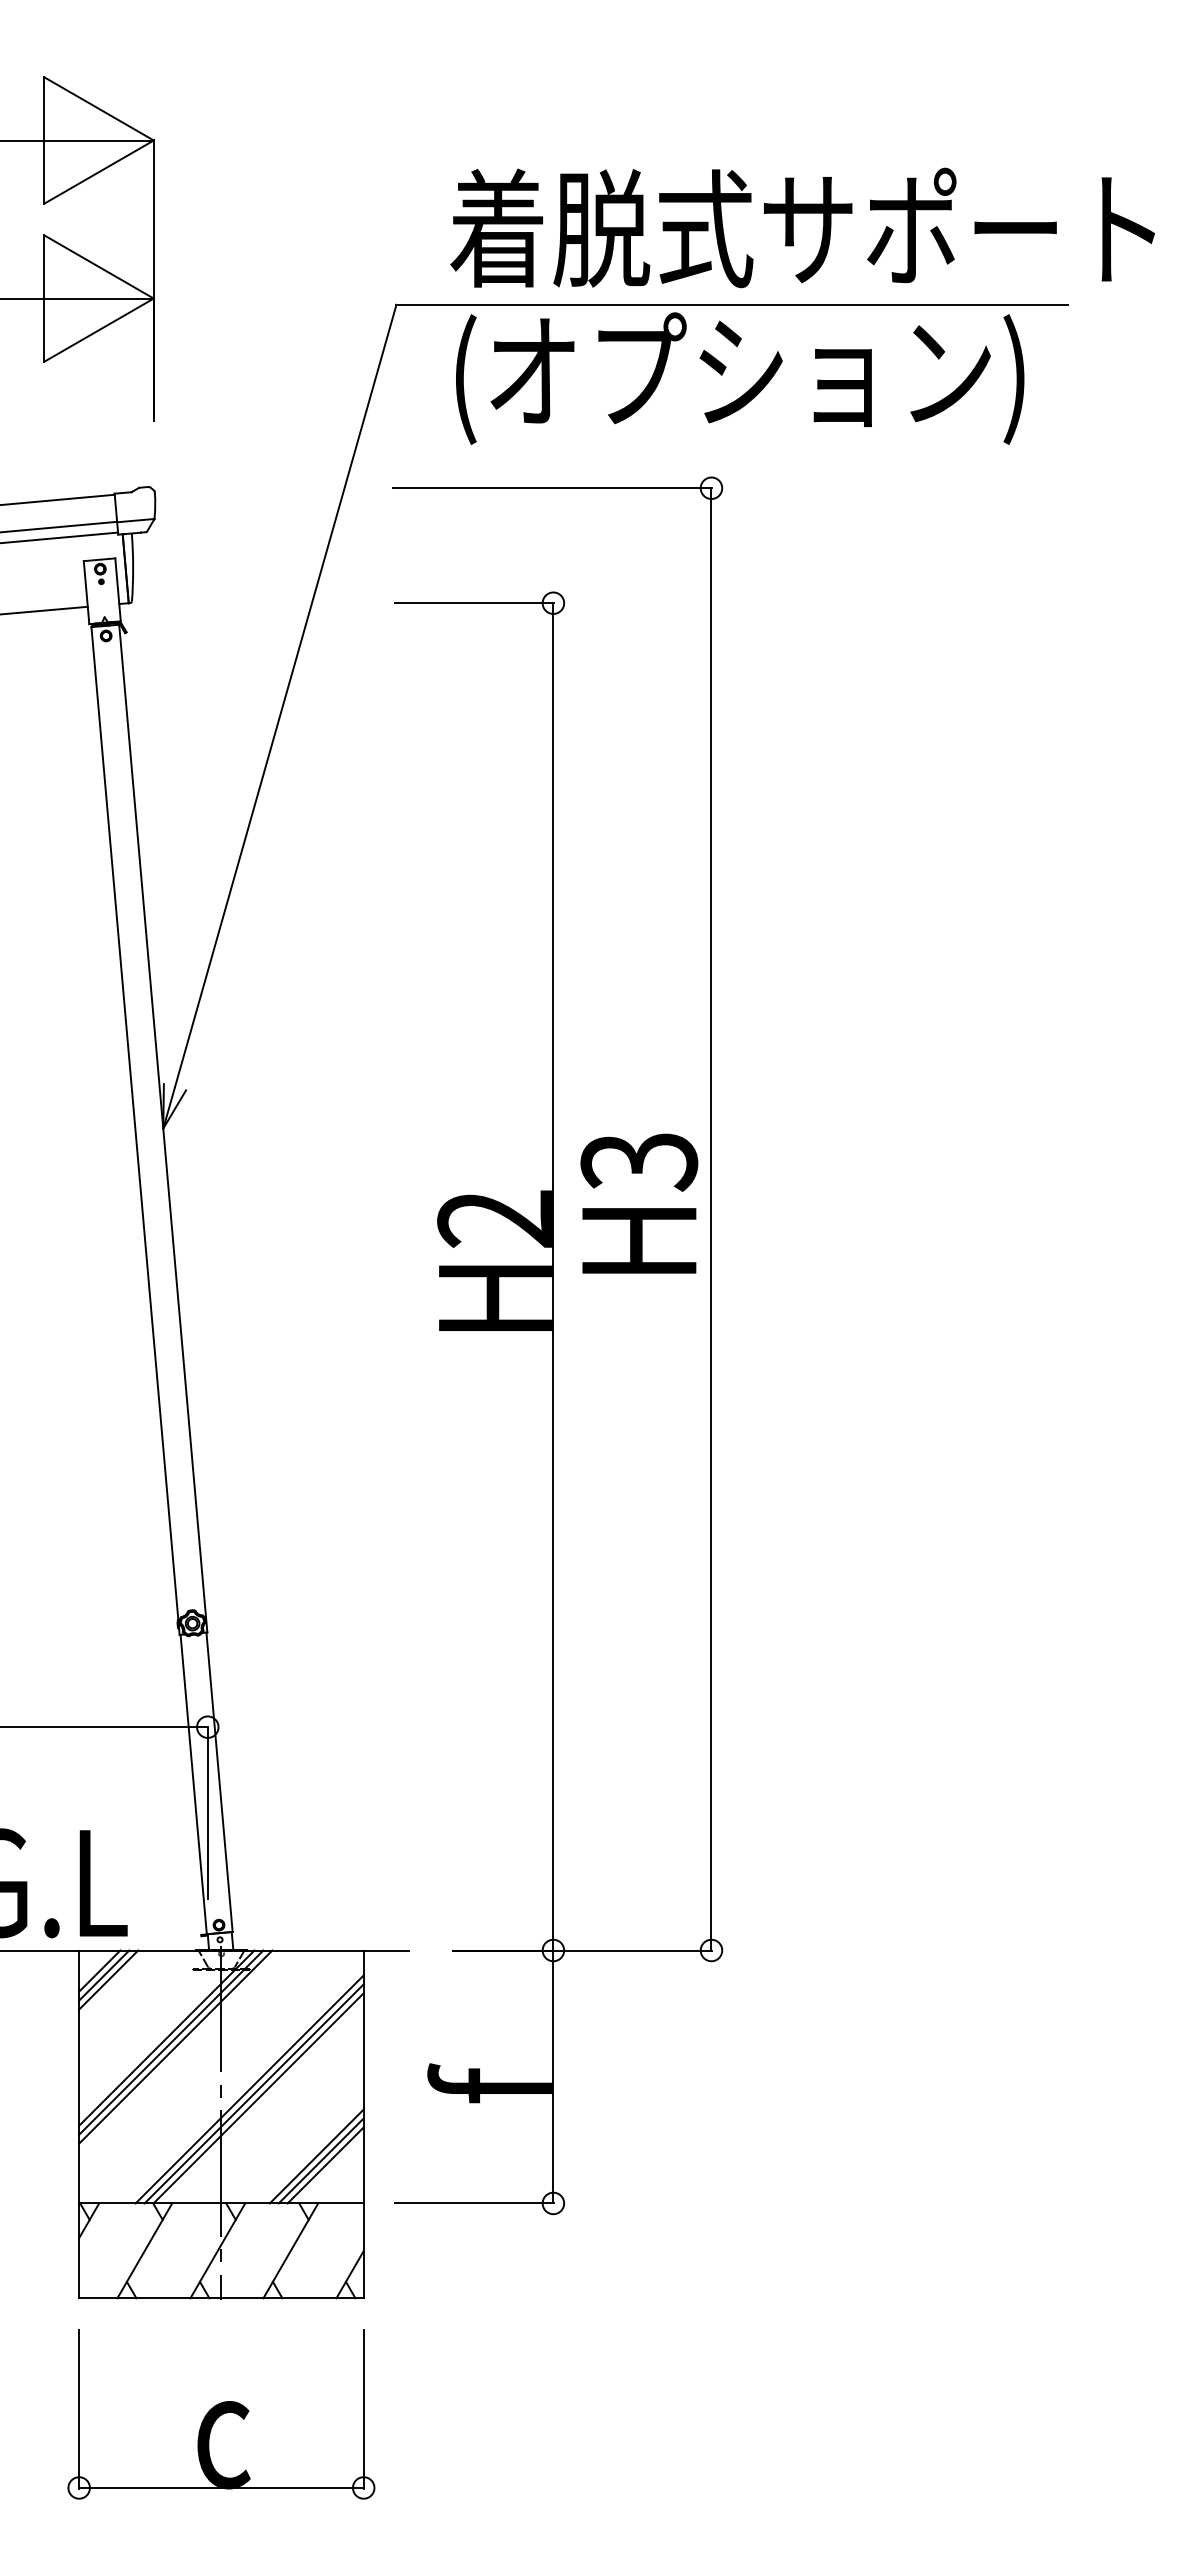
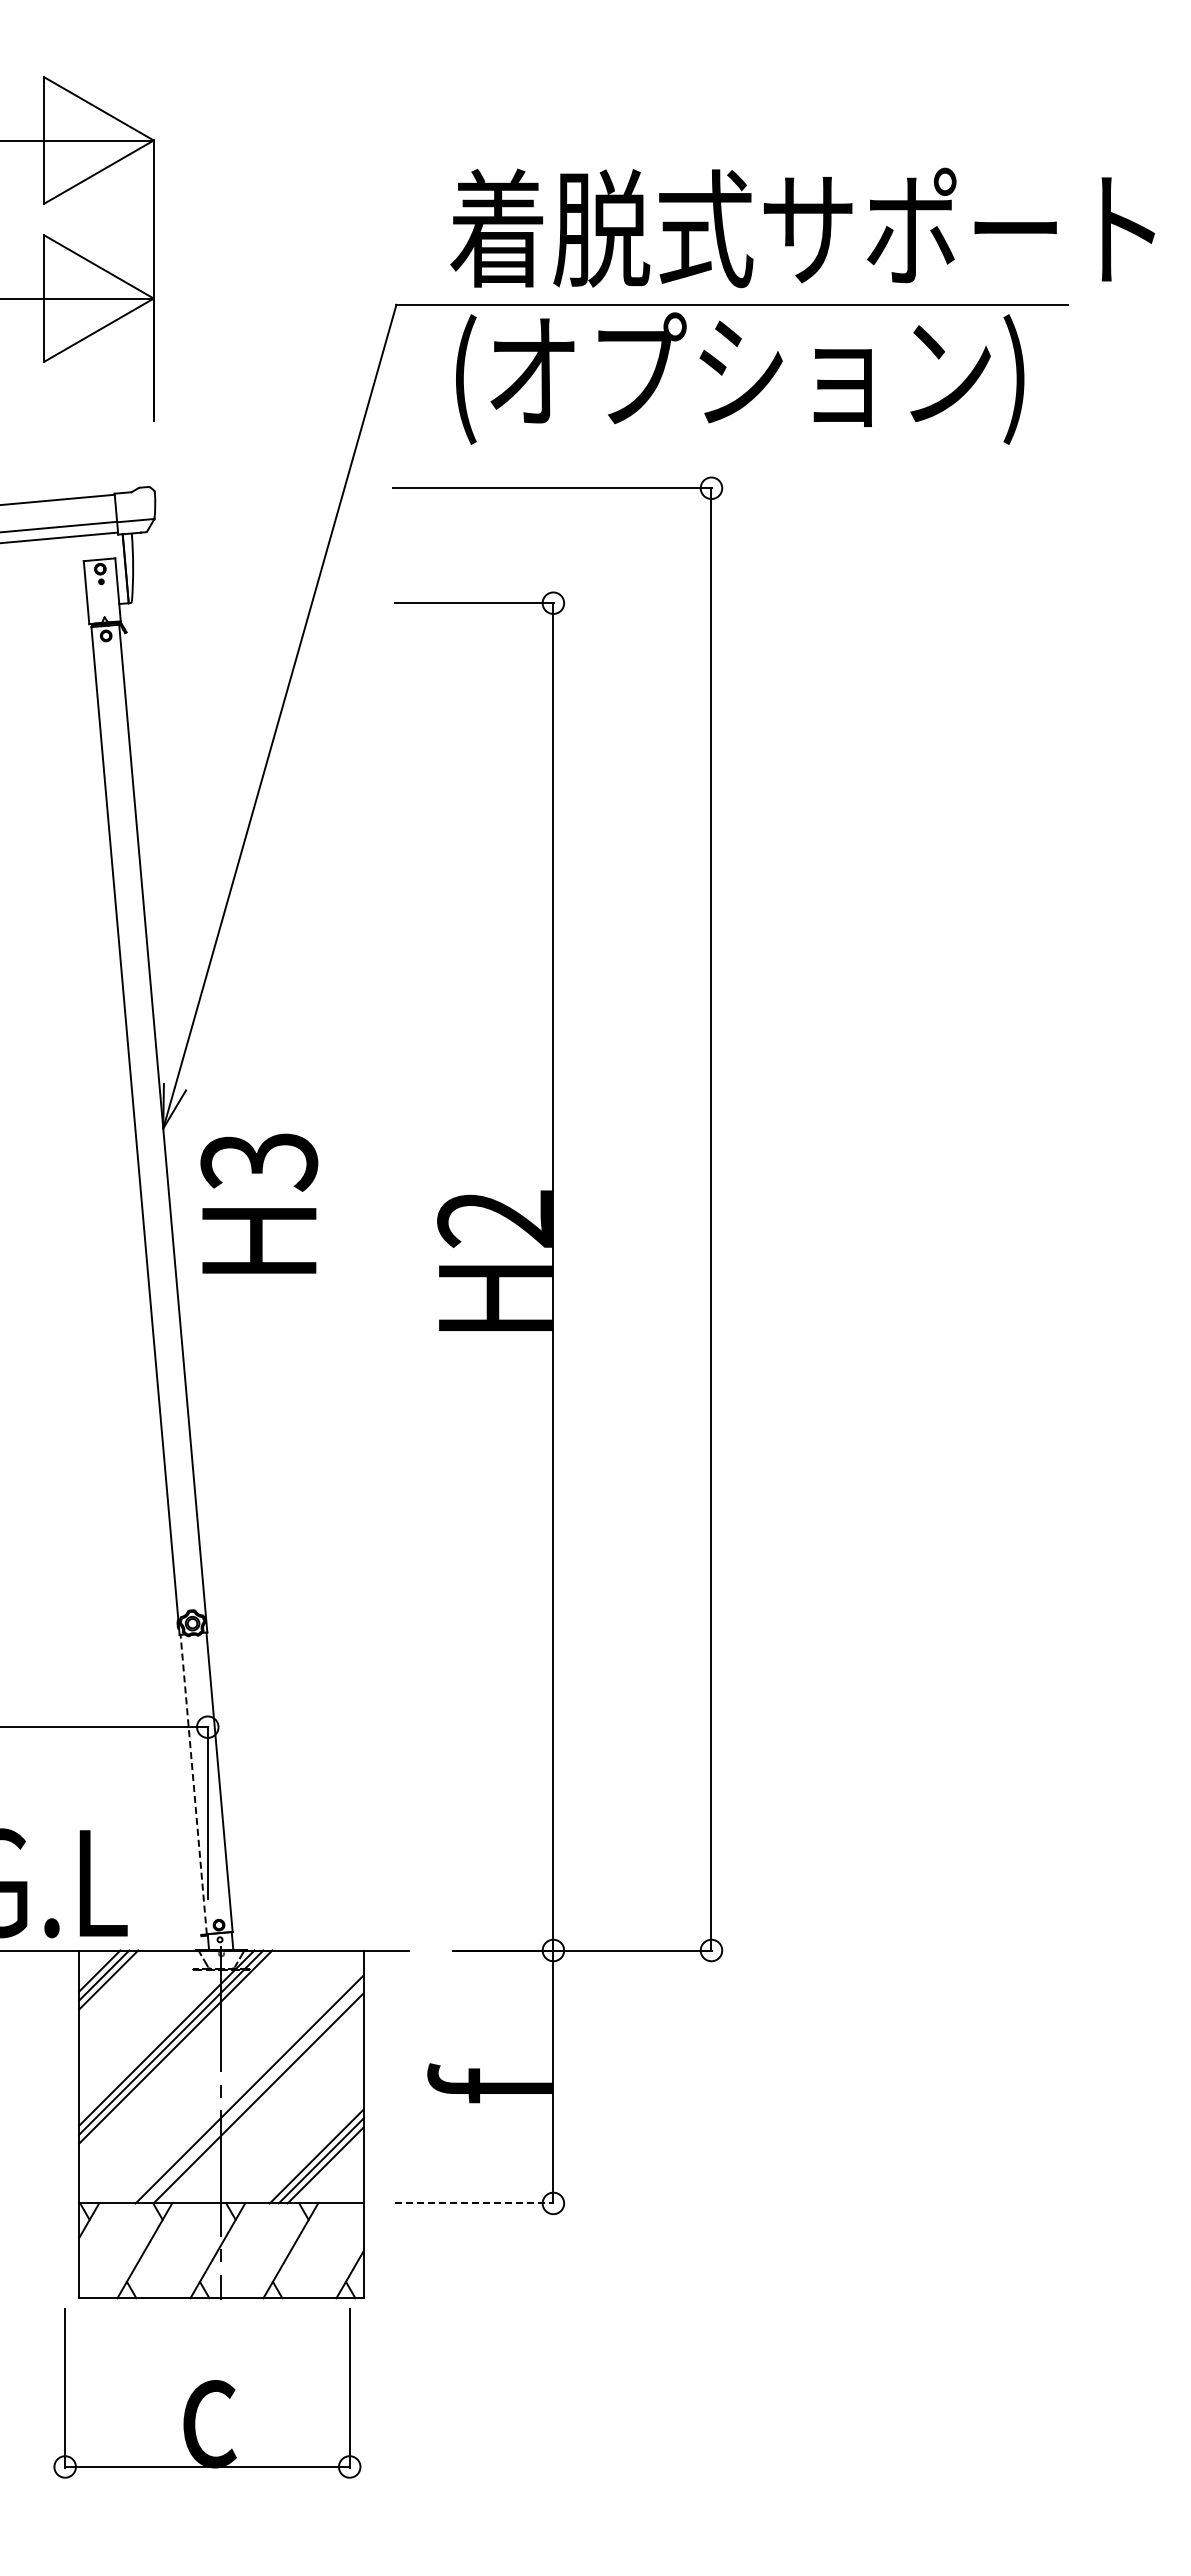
line at (44, 610): present -> none
text at (639, 1203) position: (639, 1203) -> (259, 1203)
line at (193, 1784): solid -> dashed
line at (253, 2093): present -> none
line at (475, 2203): solid -> dashed
part at (221, 2414) position: (221, 2414) -> (207, 2393)
